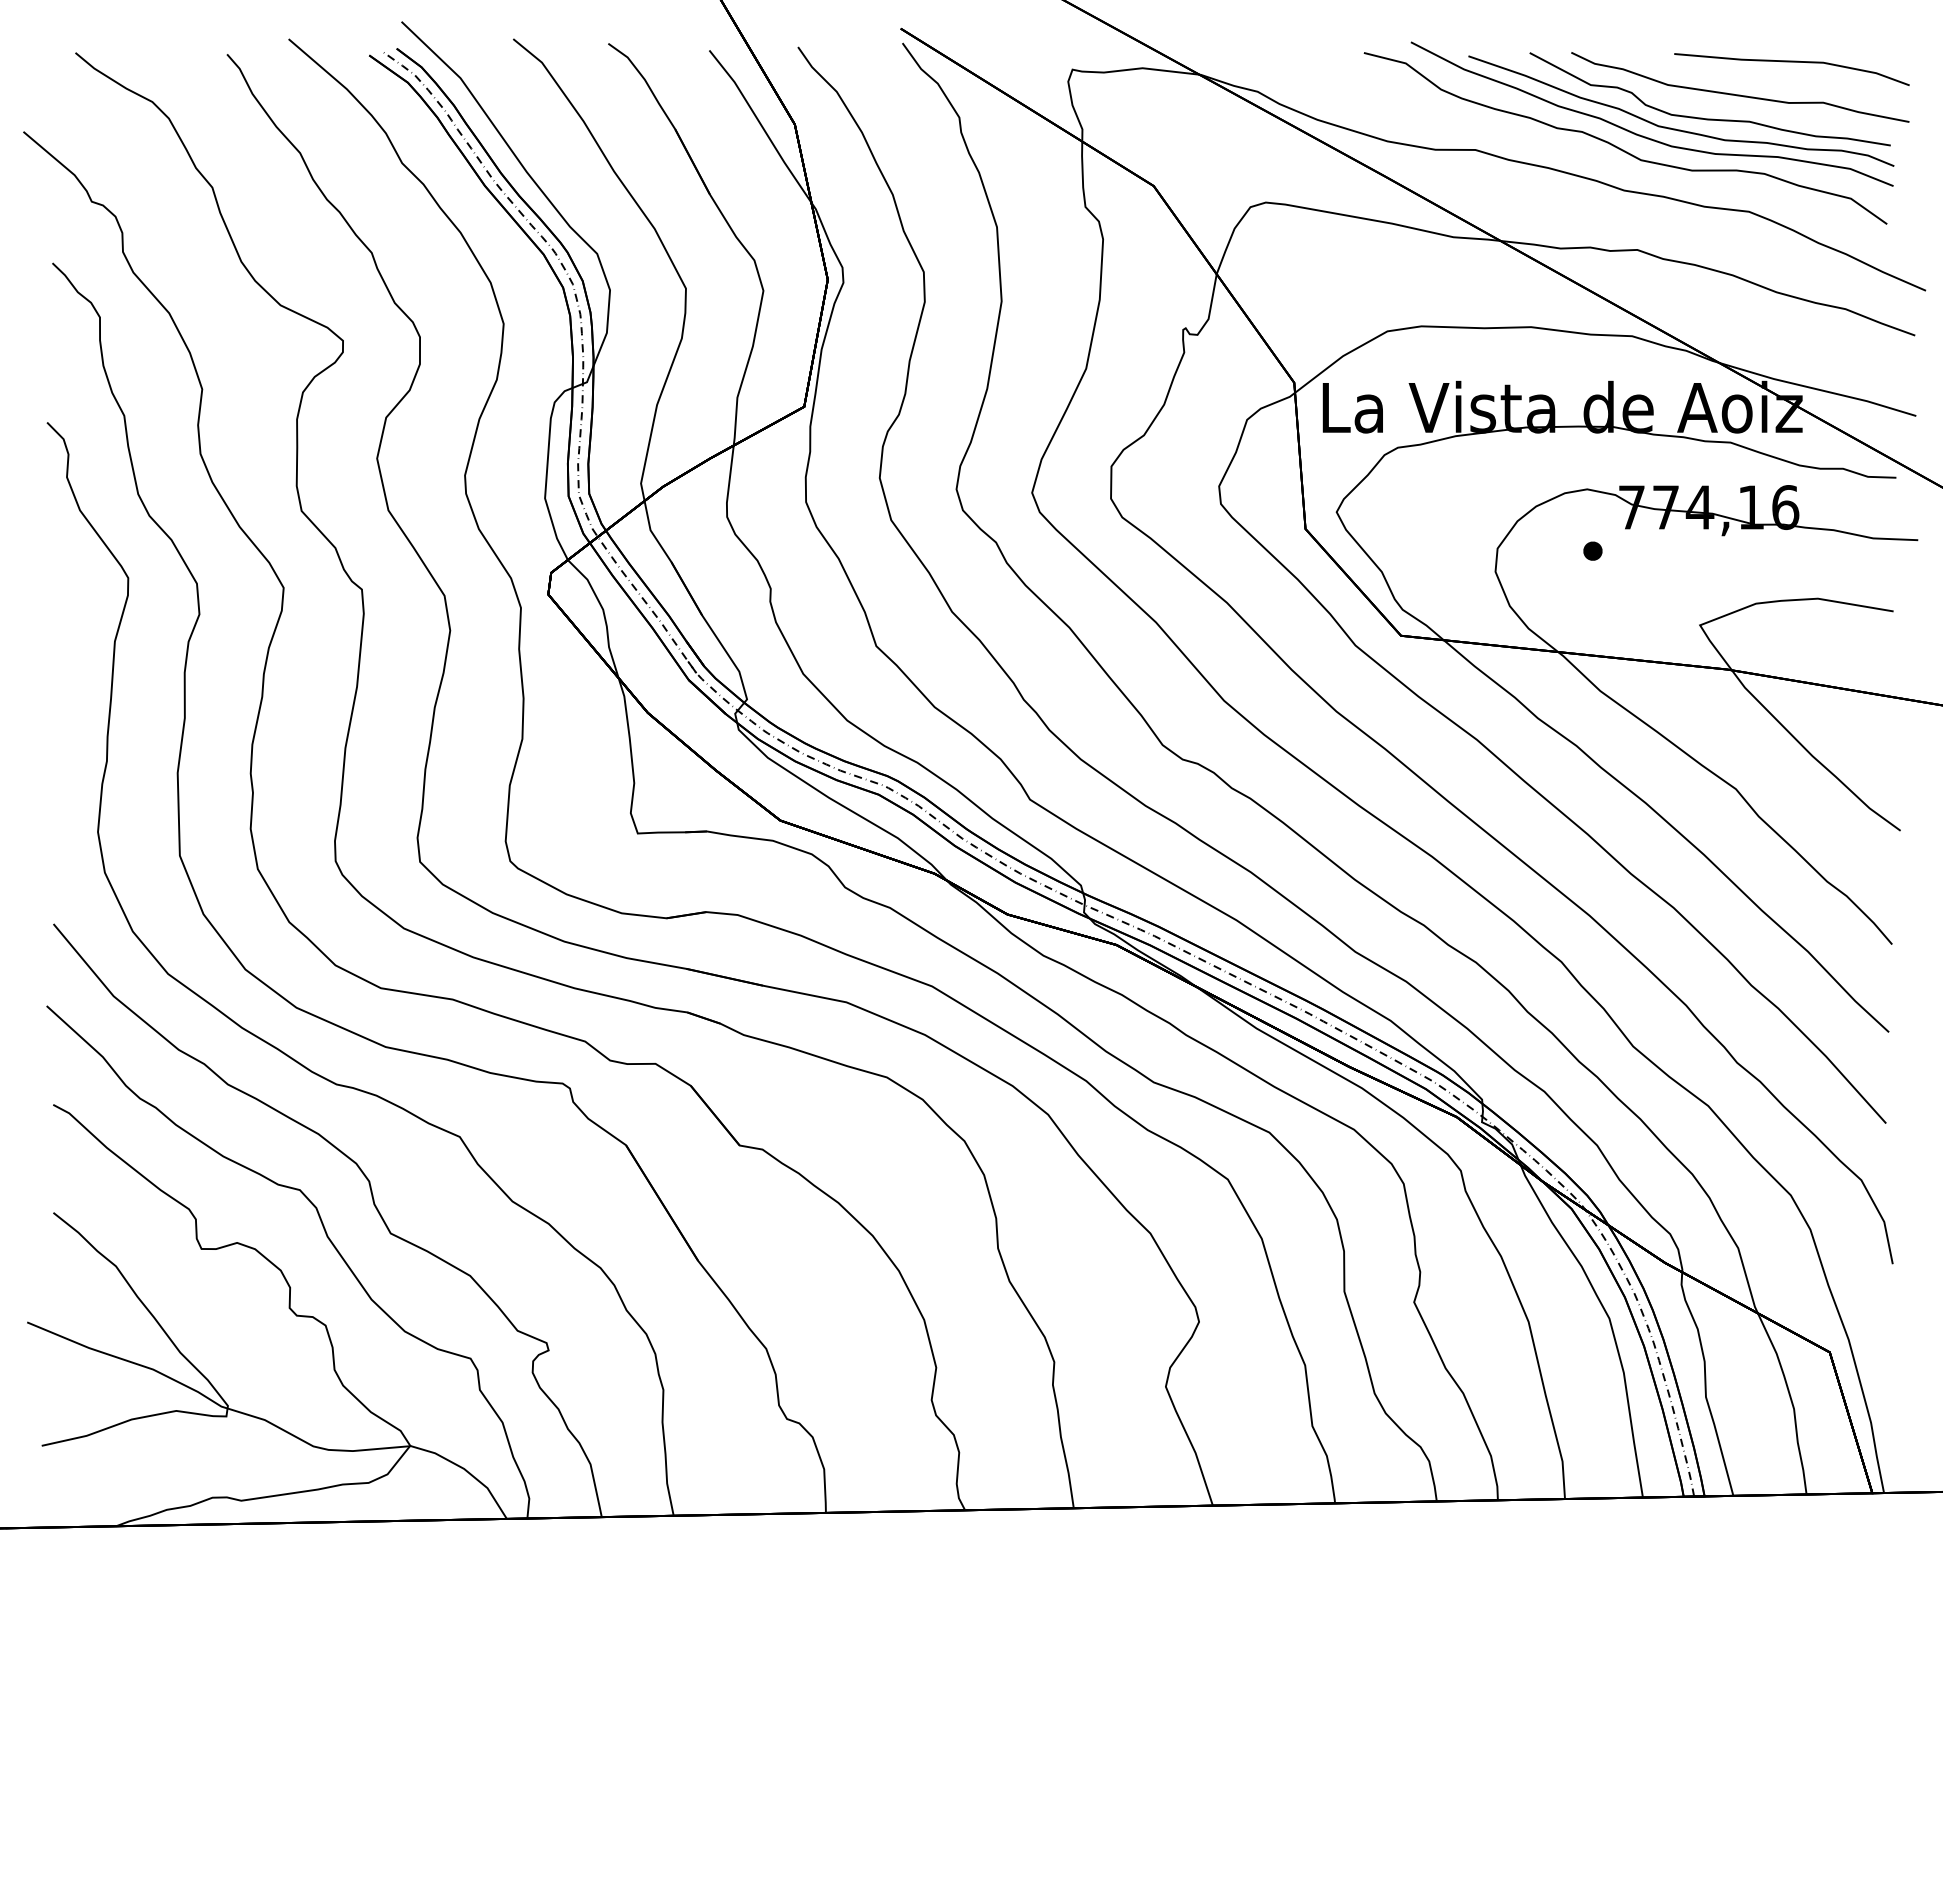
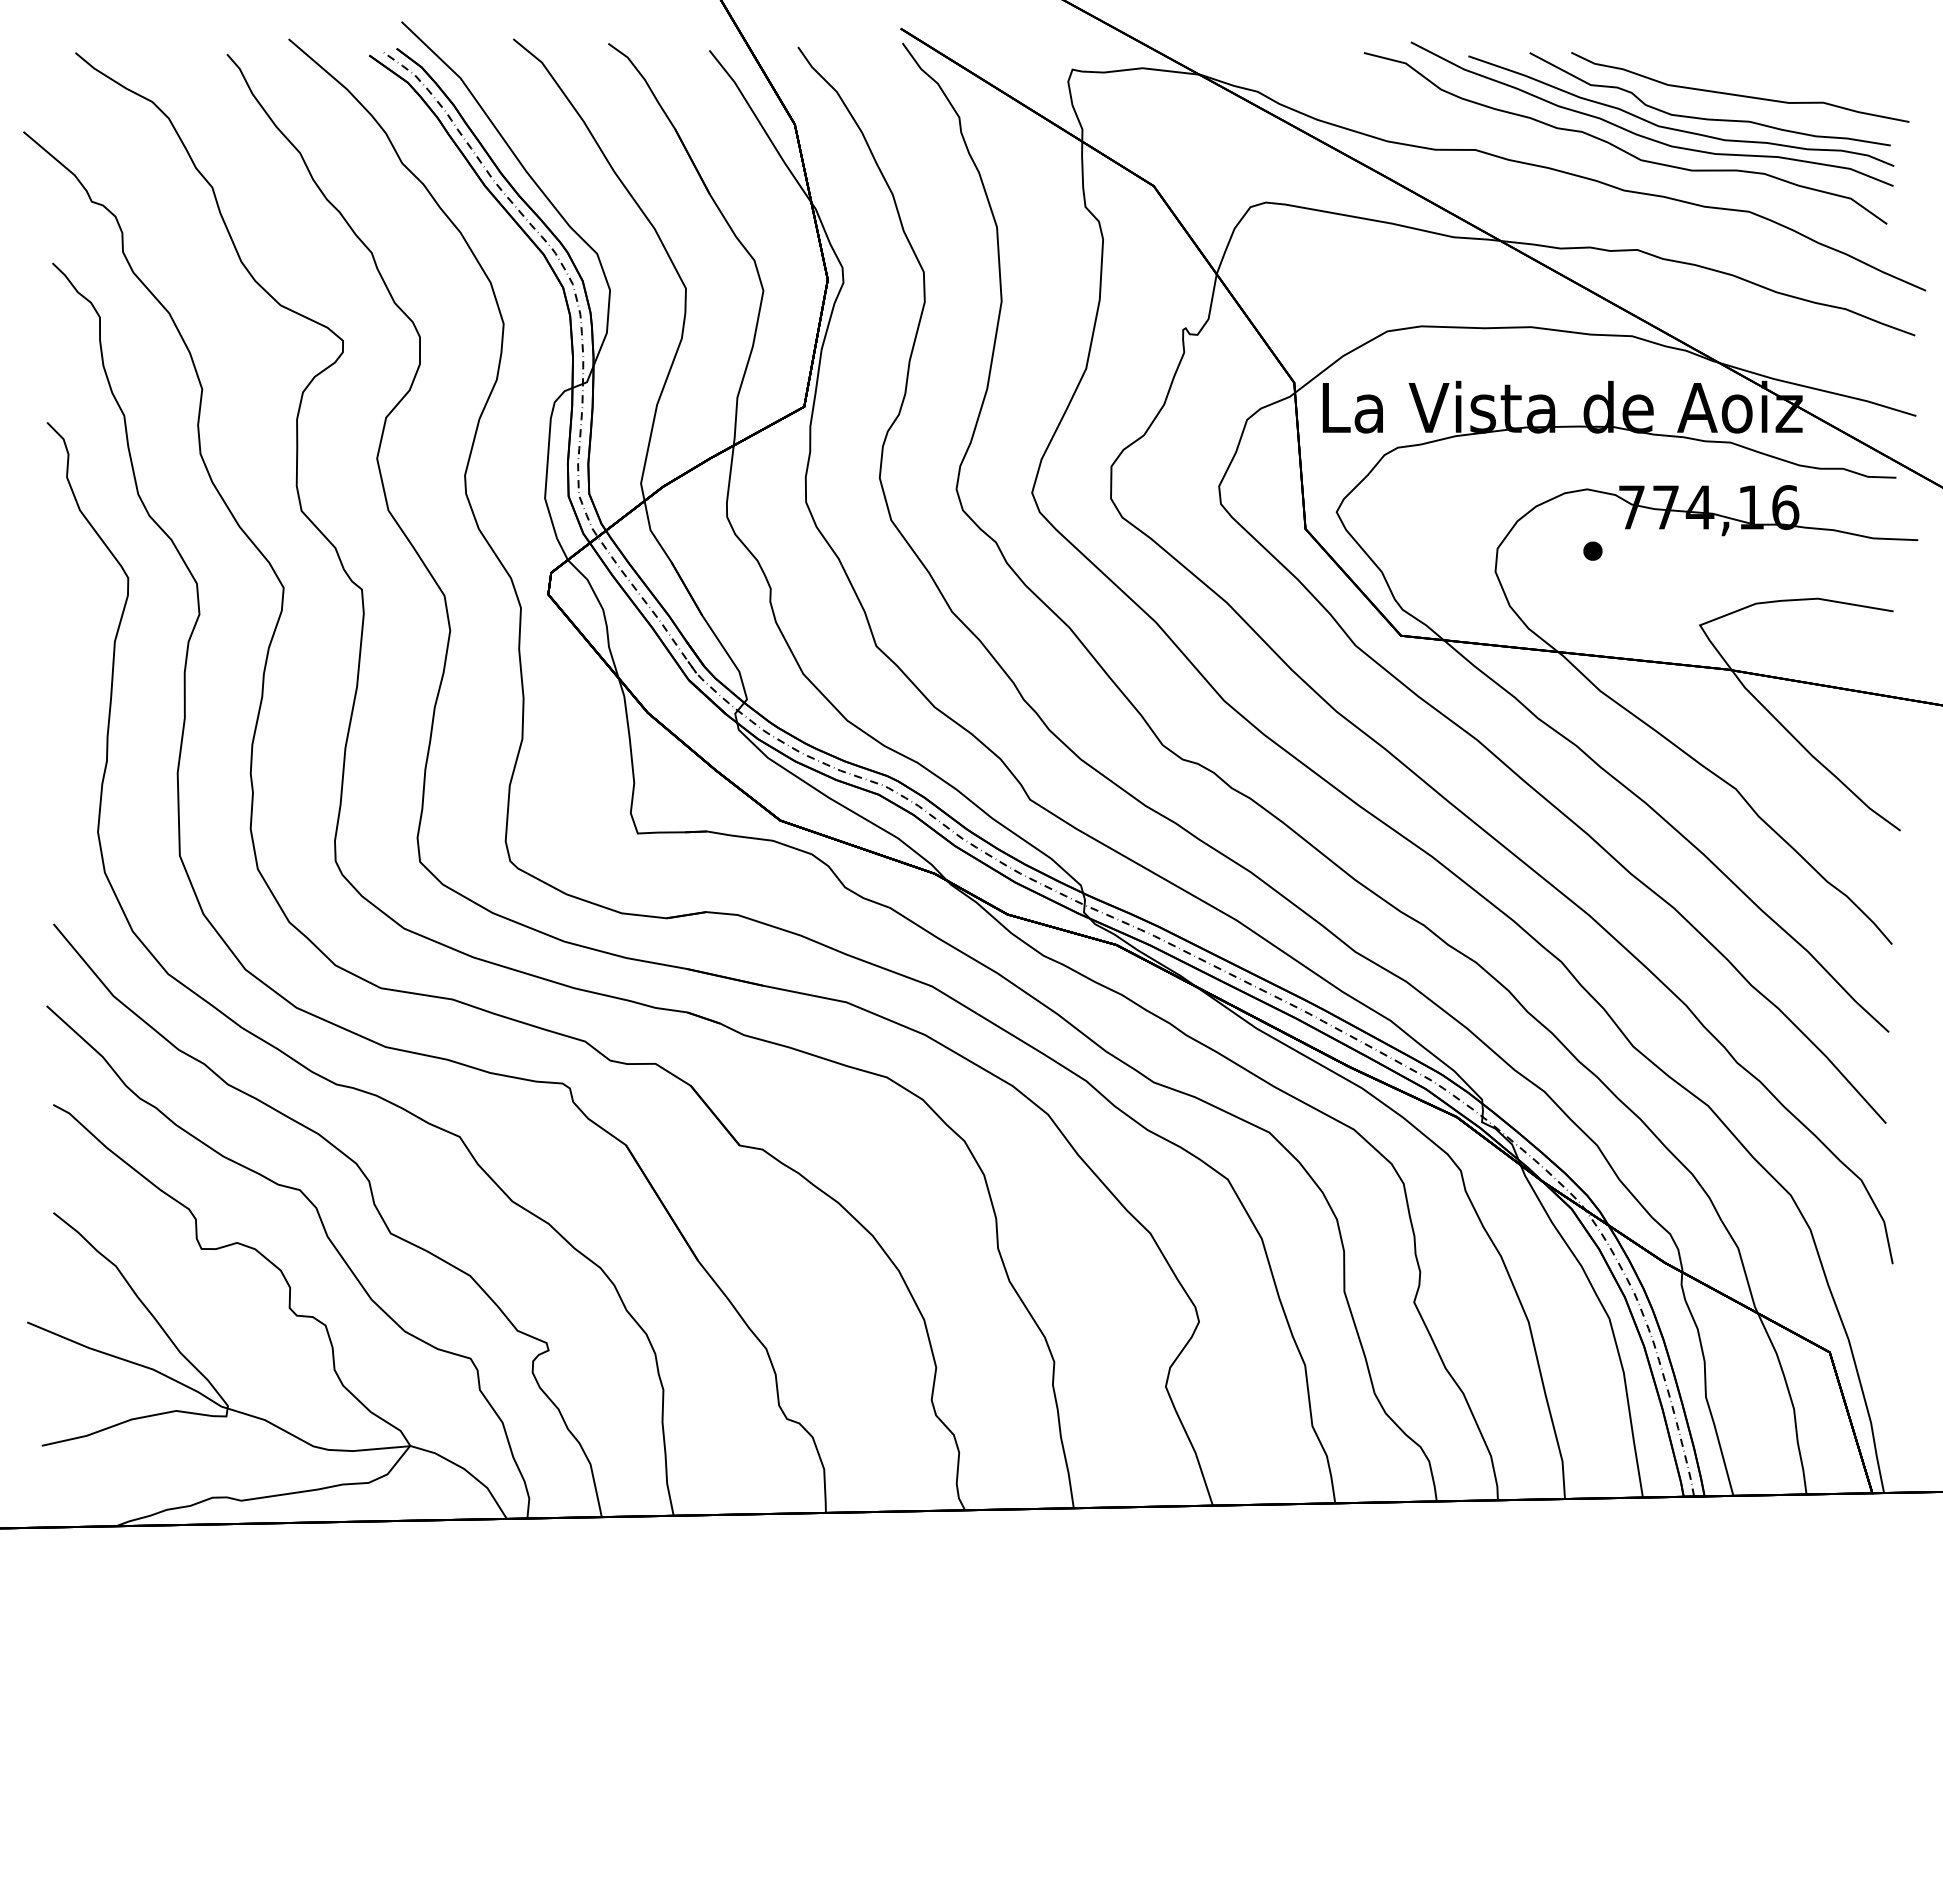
line at (1791, 62): present -> none
